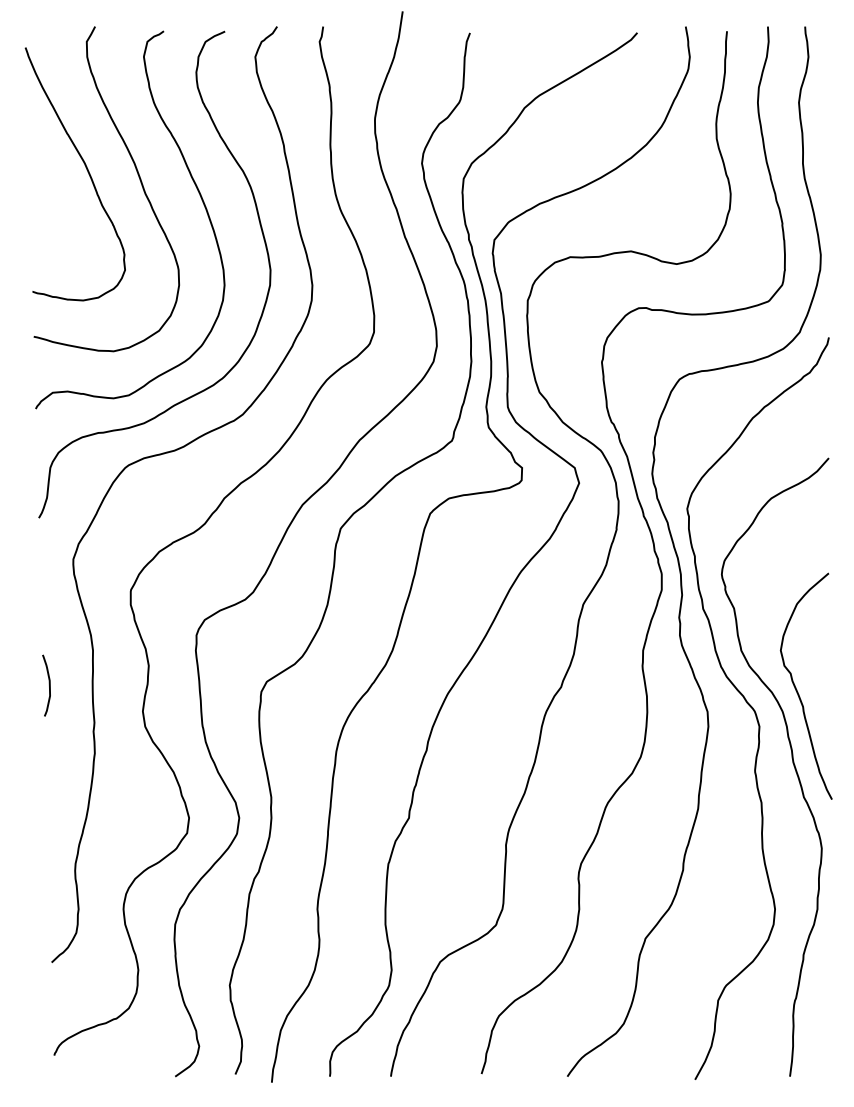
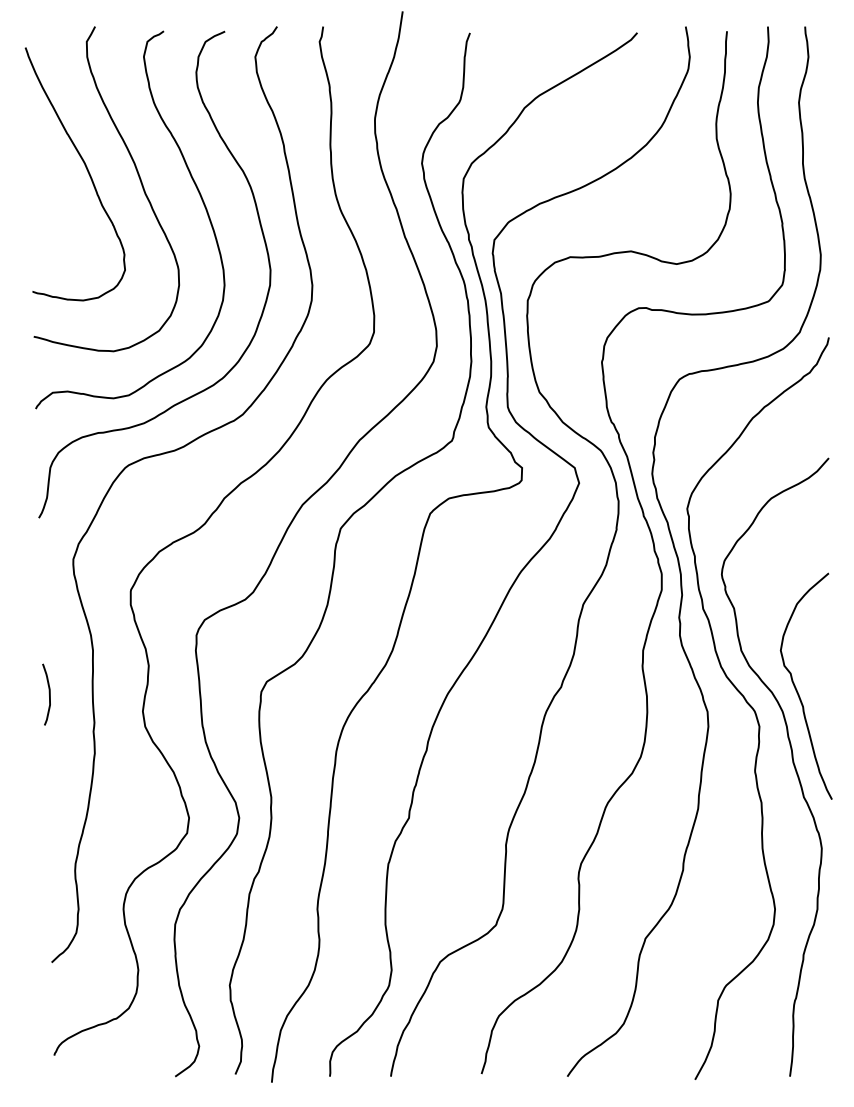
curve at (48, 684) position: (48, 684) -> (48, 693)
